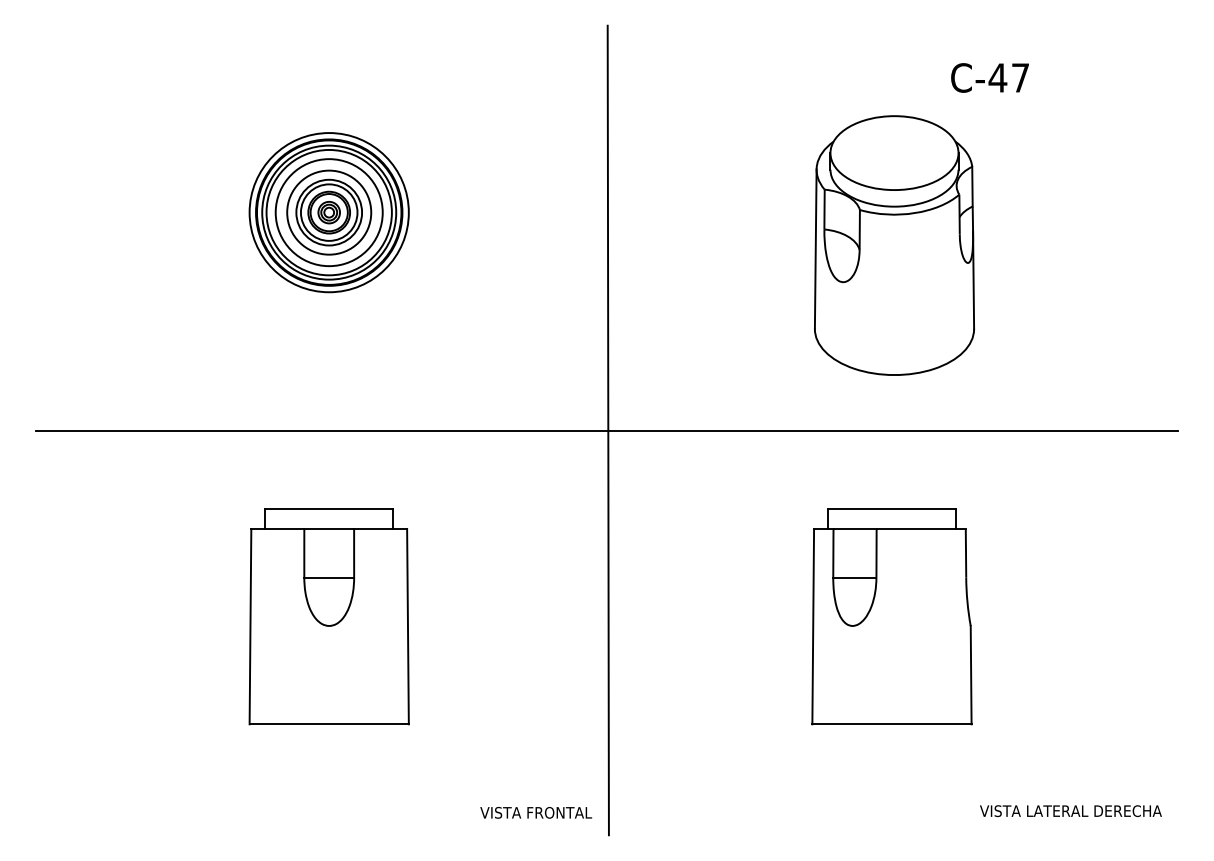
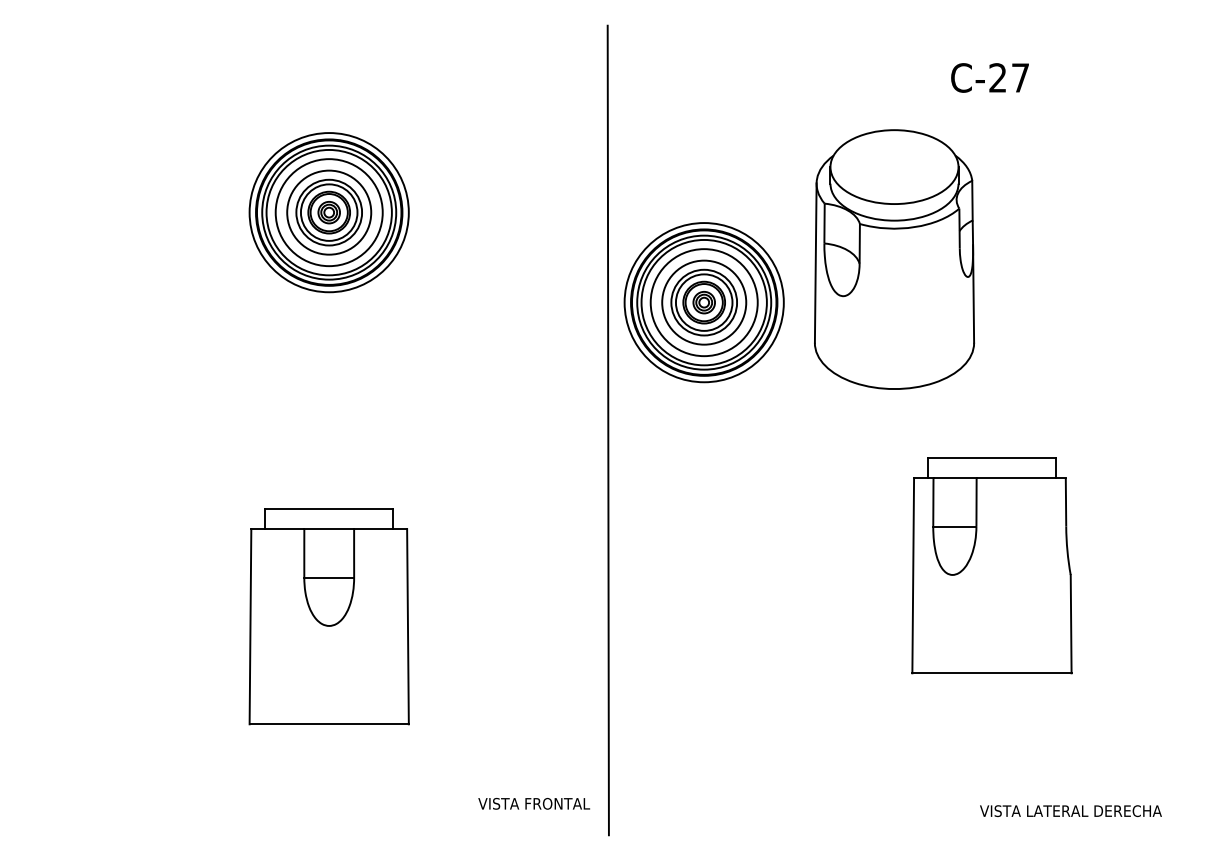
text at (997, 77): C-47 -> C-27
part at (894, 245) position: (894, 245) -> (894, 259)
part at (703, 302): none -> present
line at (606, 431): present -> none
part at (891, 616) position: (891, 616) -> (991, 565)
text at (535, 812) position: (535, 812) -> (533, 803)
